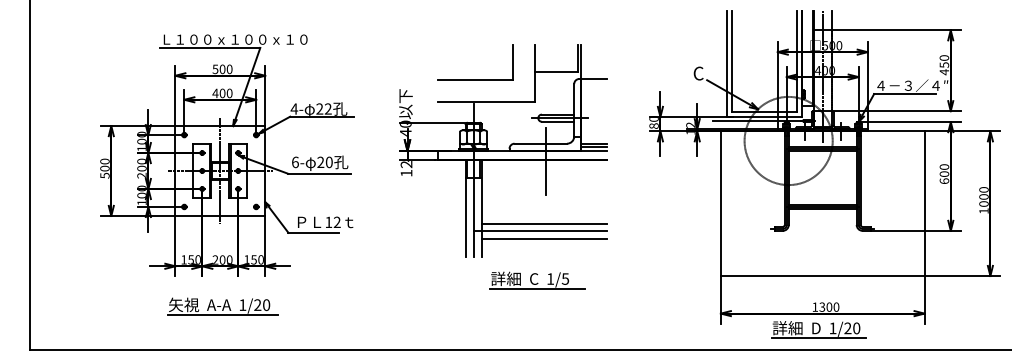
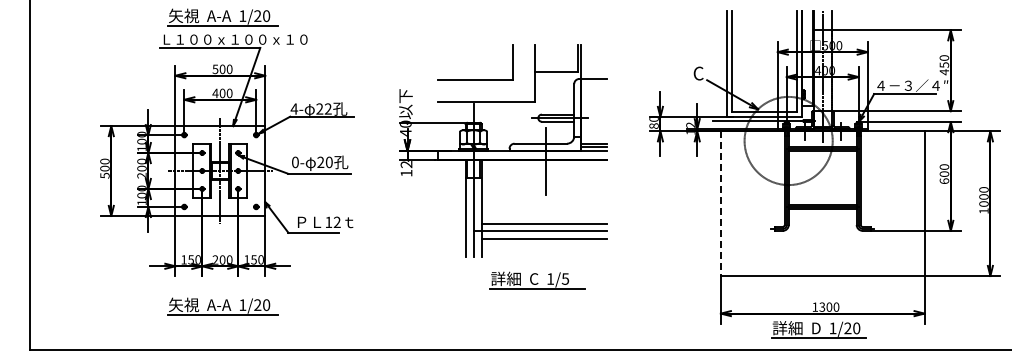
part at (222, 17): none -> present
text at (295, 161): 6- -> 0-
line at (720, 204): solid -> dashed
